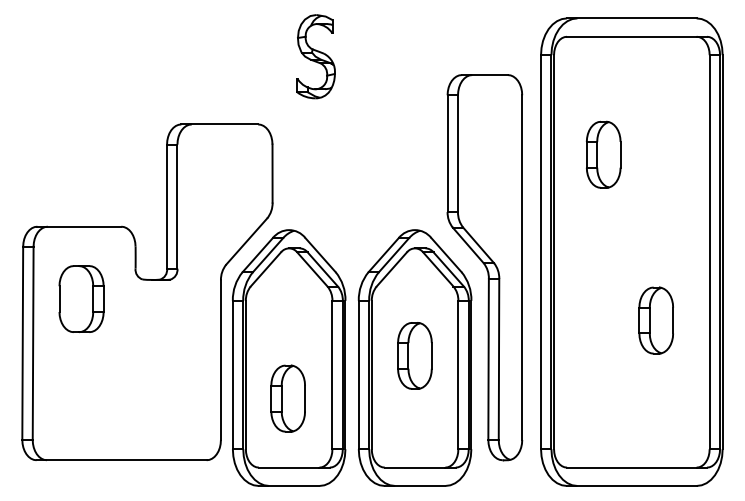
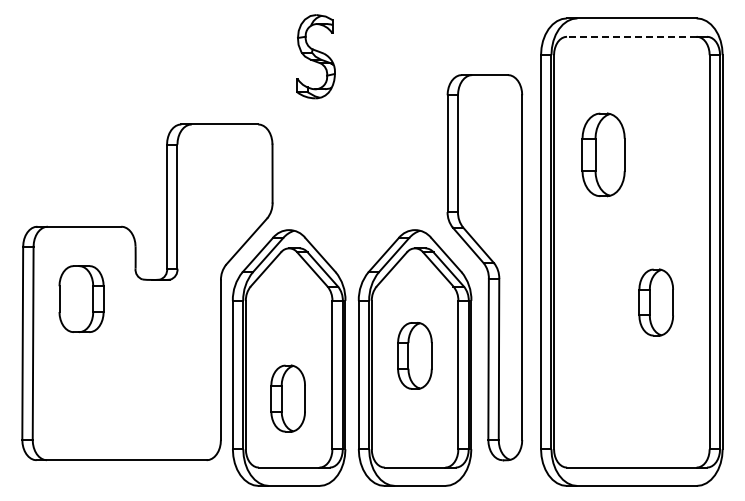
line at (631, 36): solid -> dashed
part at (603, 154) size: 36x69 px -> 45x86 px
part at (655, 320) position: (655, 320) -> (655, 302)
